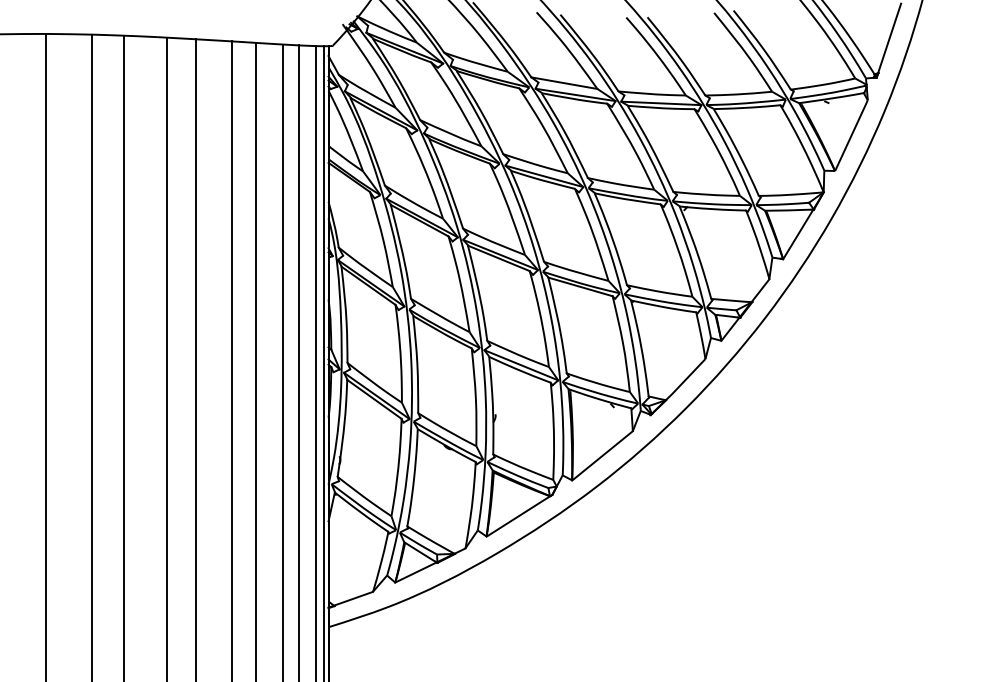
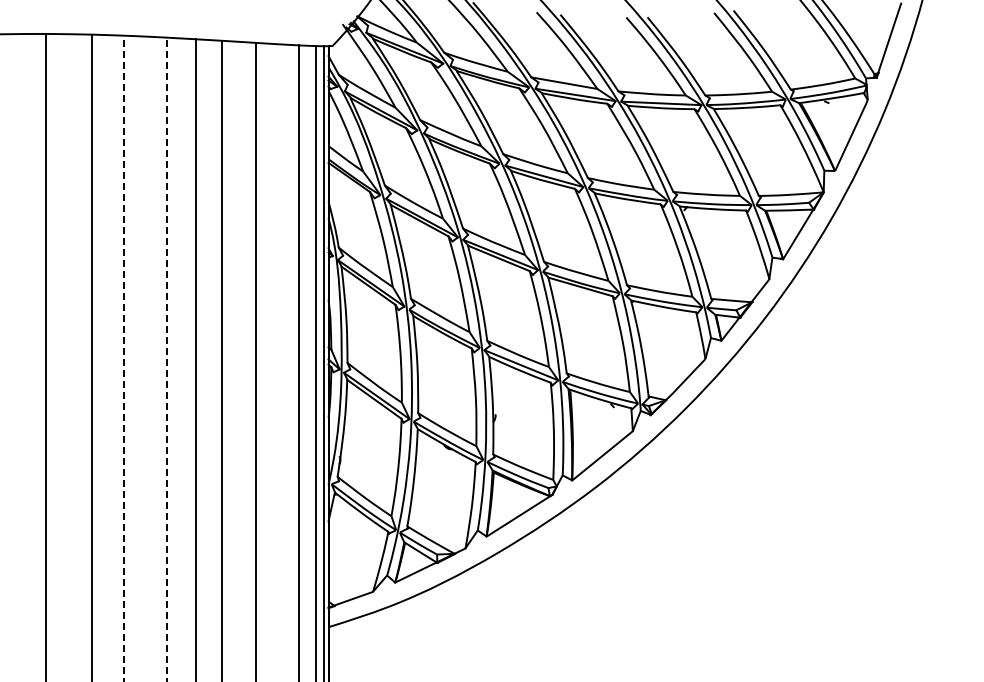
line at (124, 358): solid -> dashed
line at (166, 359): solid -> dashed
line at (232, 359) position: (232, 359) -> (222, 359)
line at (283, 361): present -> none
